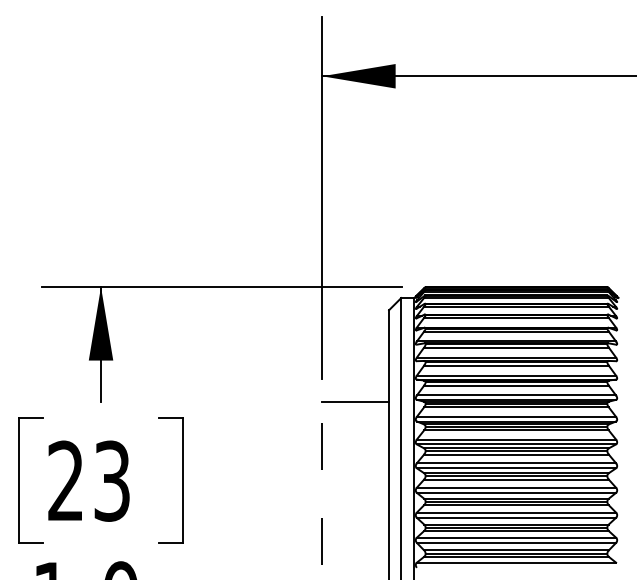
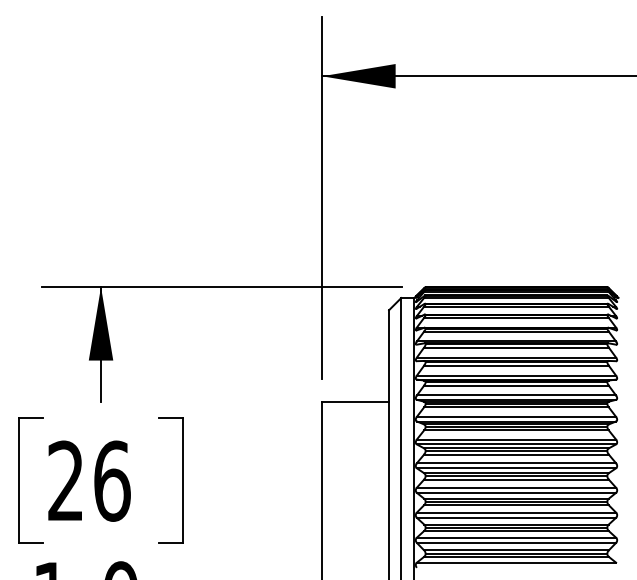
text at (112, 480): 23 -> 26
line at (322, 490): dashed -> solid
